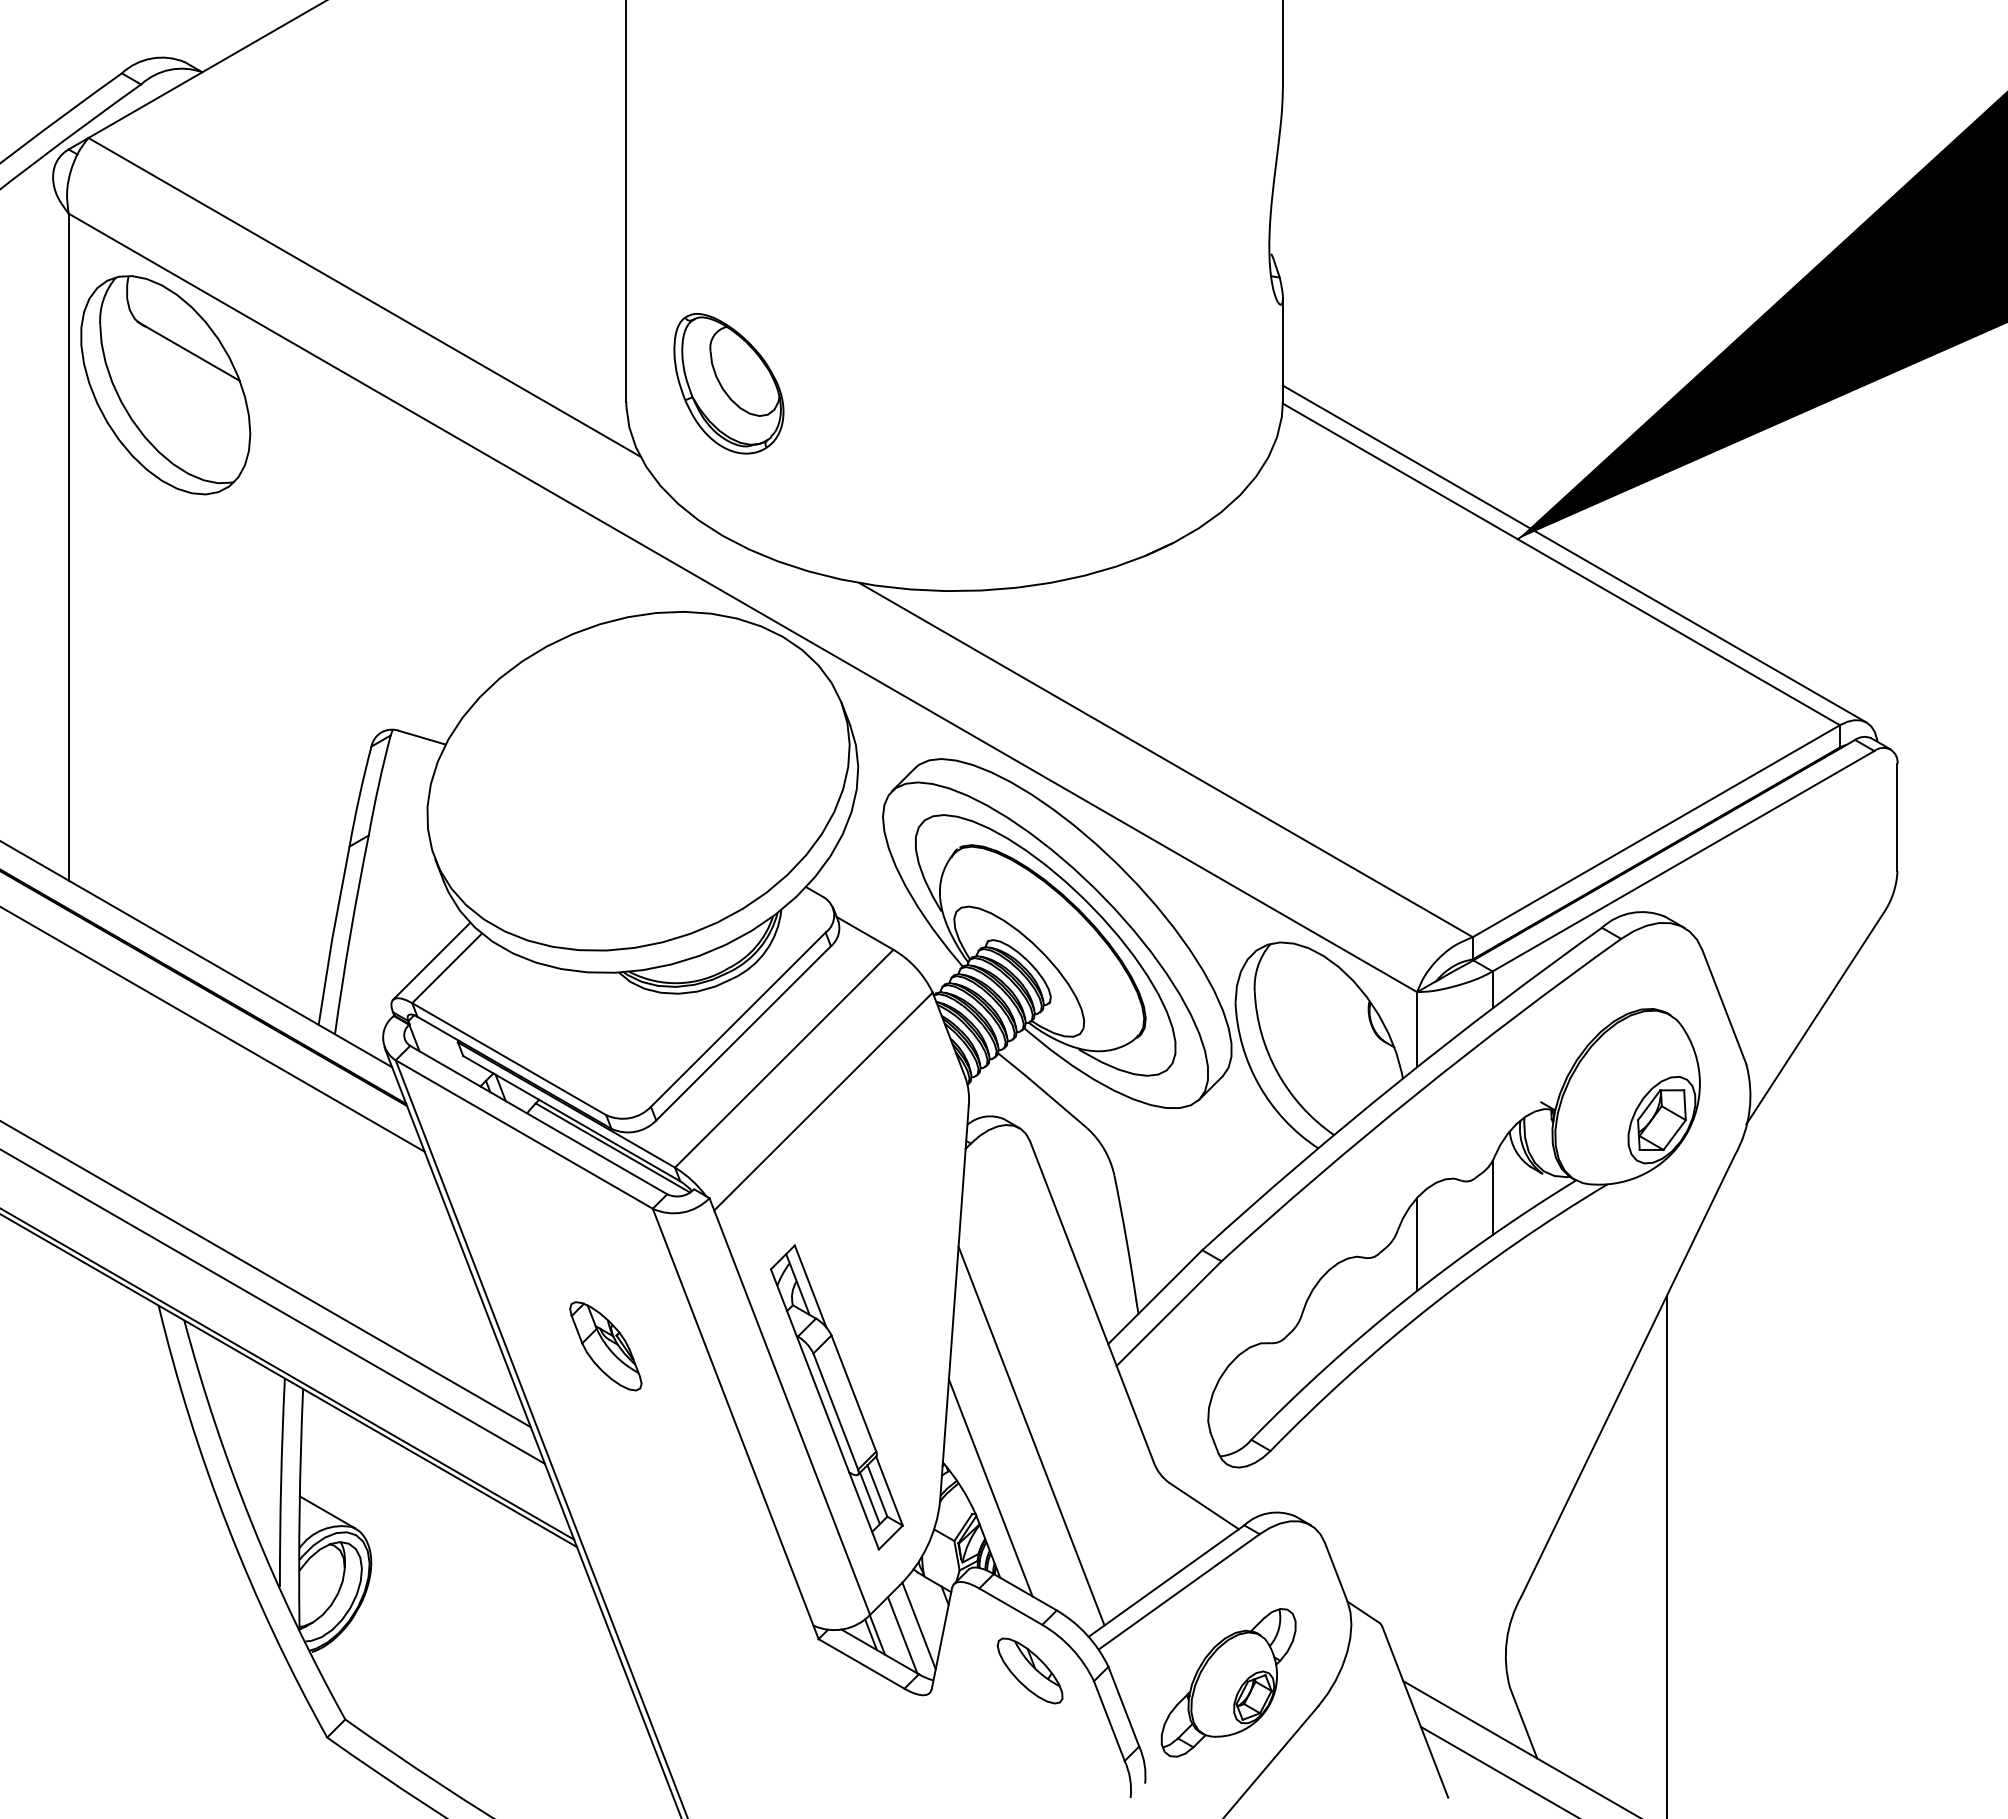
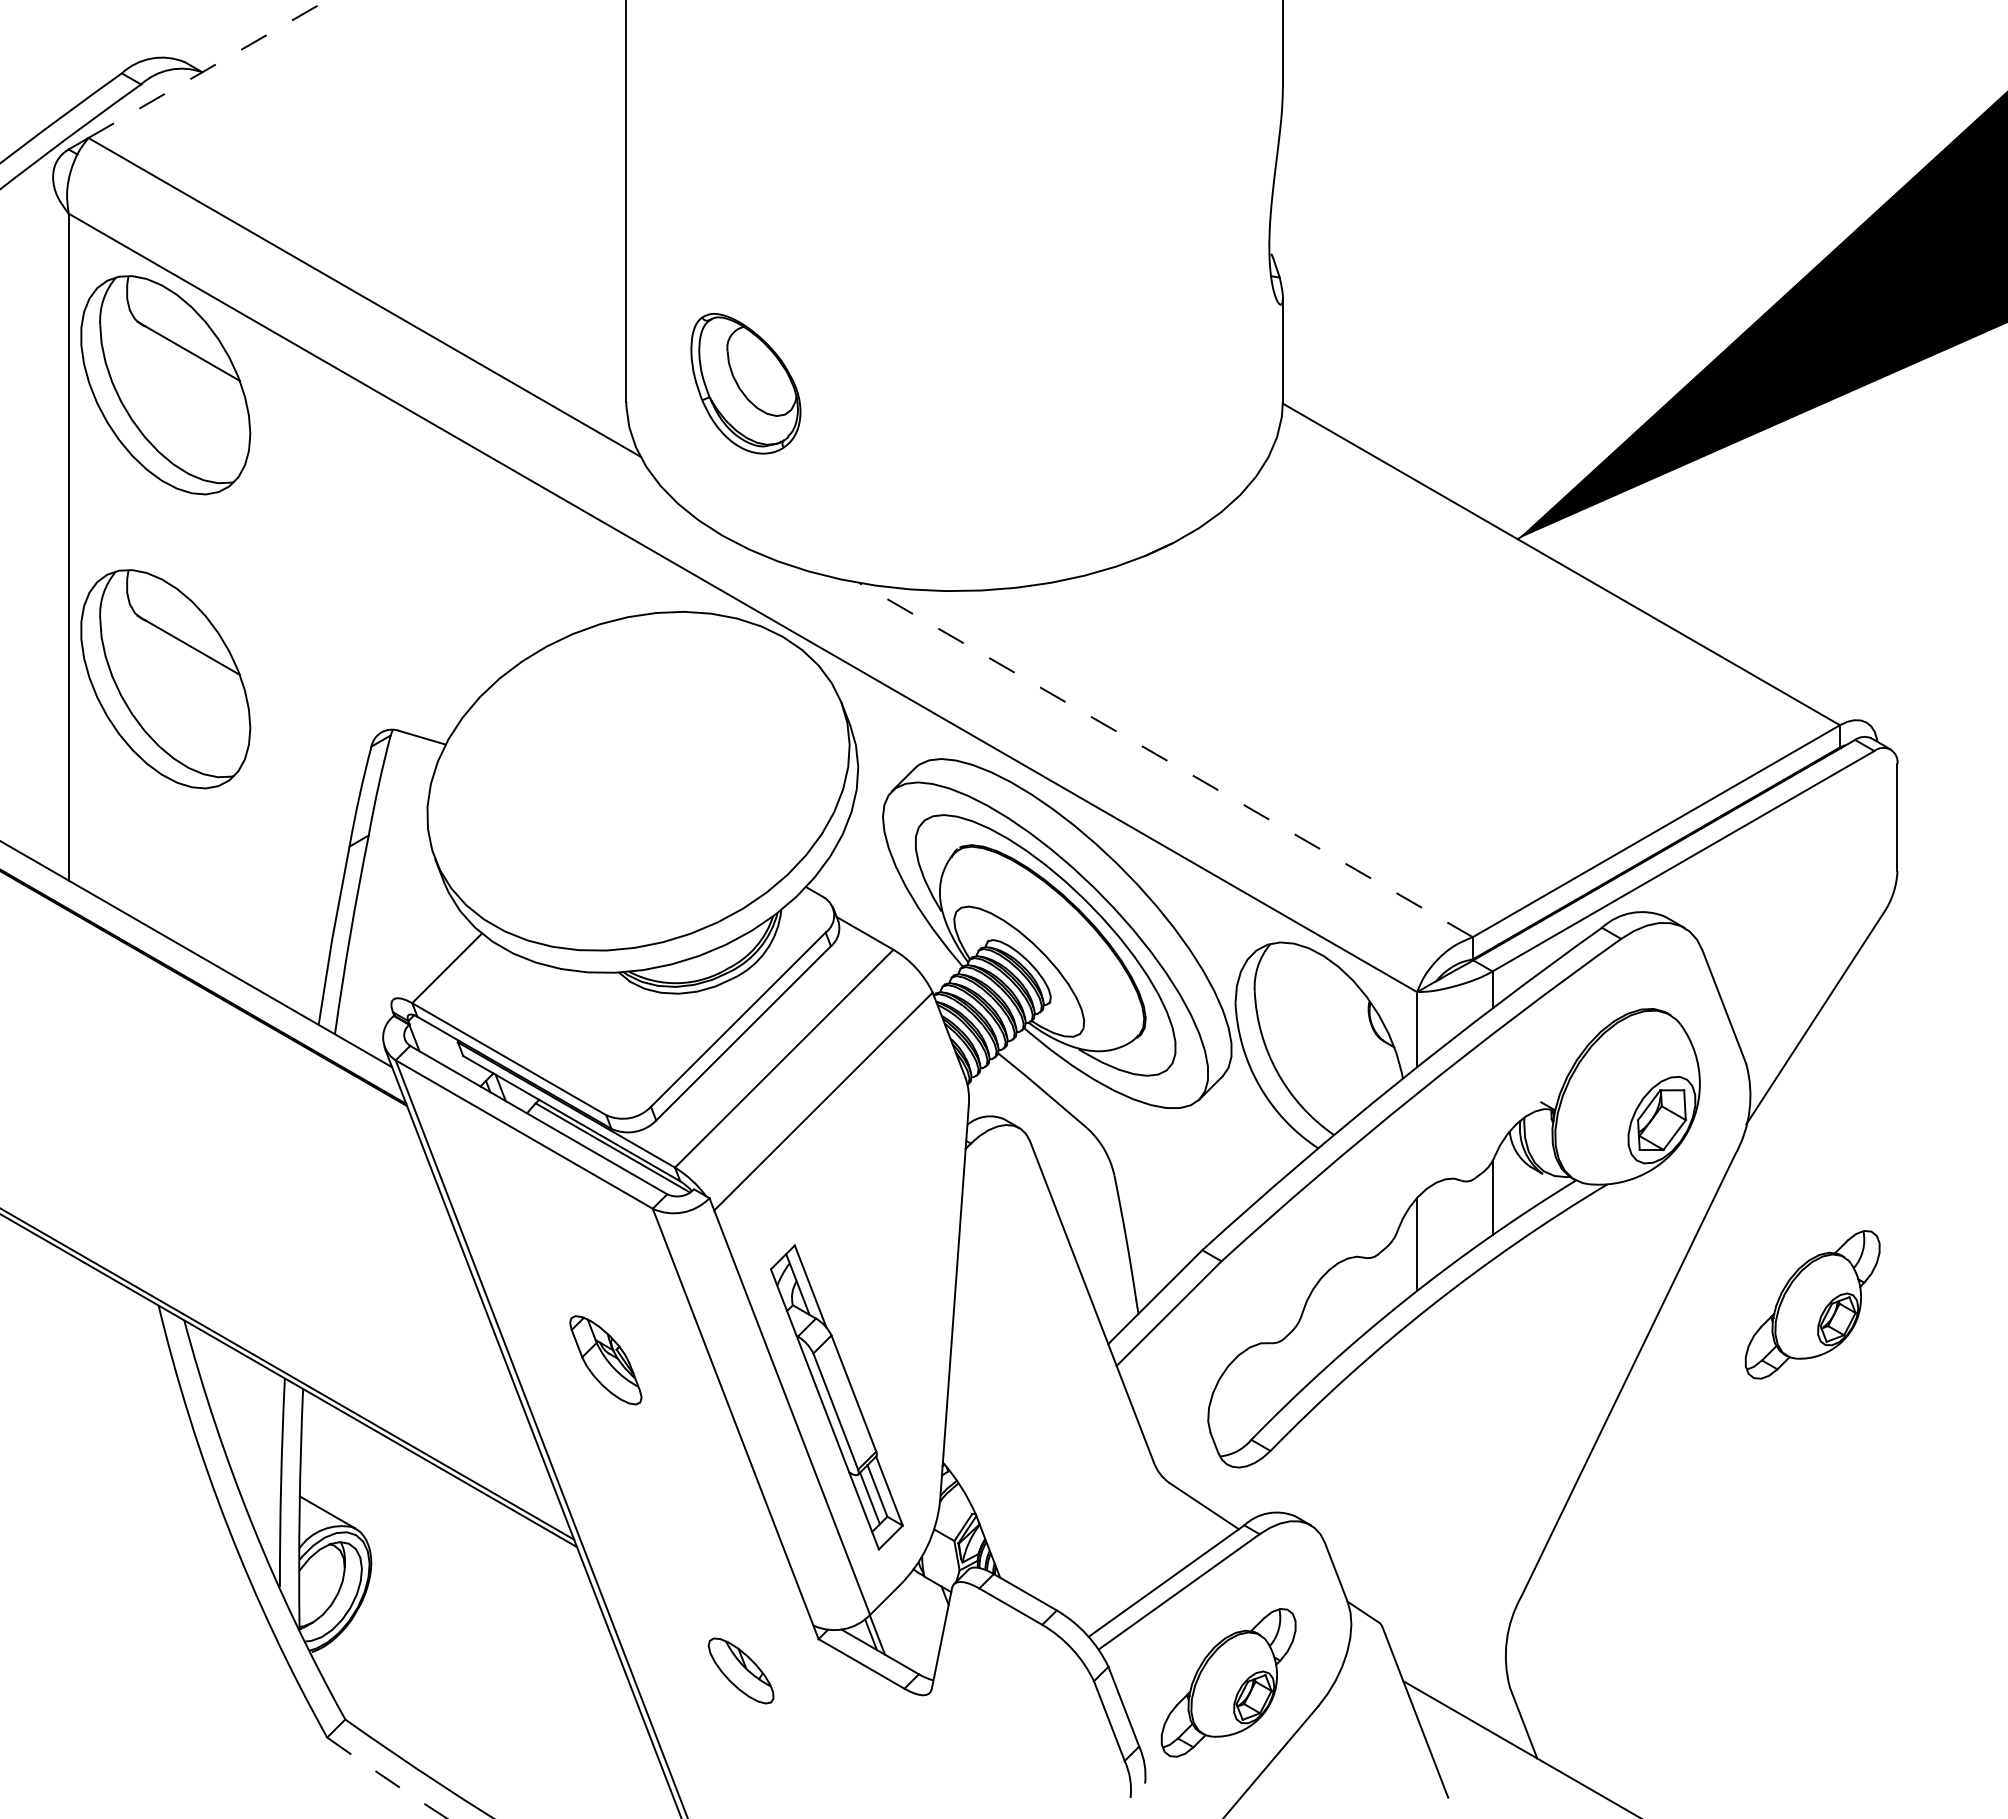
line at (207, 69): solid -> dashed
part at (728, 383) position: (728, 383) -> (745, 383)
line at (1574, 553): present -> none
part at (165, 679): none -> present
line at (1165, 759): solid -> dashed
line at (431, 960): present -> none
line at (213, 1029): present -> none
line at (266, 1274): present -> none
part at (1812, 1304): none -> present
line at (273, 1306): present -> none
part at (605, 1346) position: (605, 1346) -> (605, 1360)
line at (1031, 1435): present -> none
line at (990, 1487): present -> none
line at (1666, 1555): present -> none
line at (918, 1625): present -> none
line at (902, 1635): present -> none
part at (1029, 1670) position: (1029, 1670) -> (740, 1670)
line at (1497, 1770): present -> none
arc at (387, 1779): solid -> dashed
